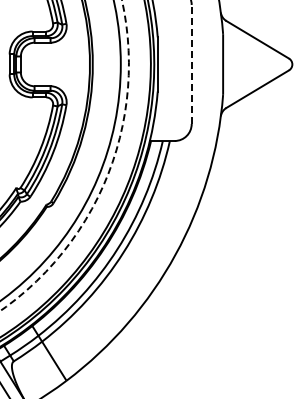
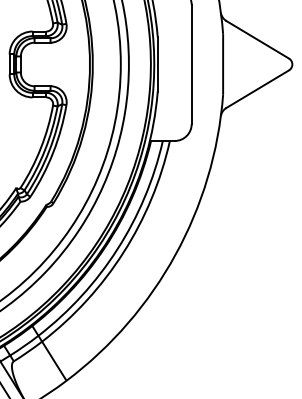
line at (191, 64): dashed -> solid
arc at (108, 174): dashed -> solid
